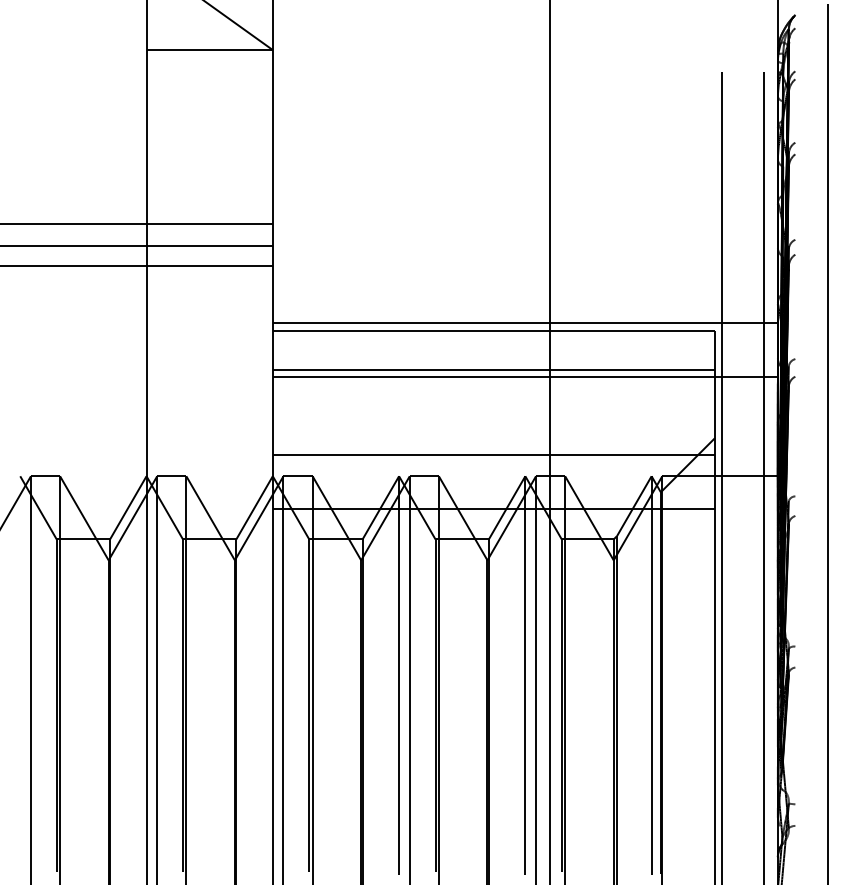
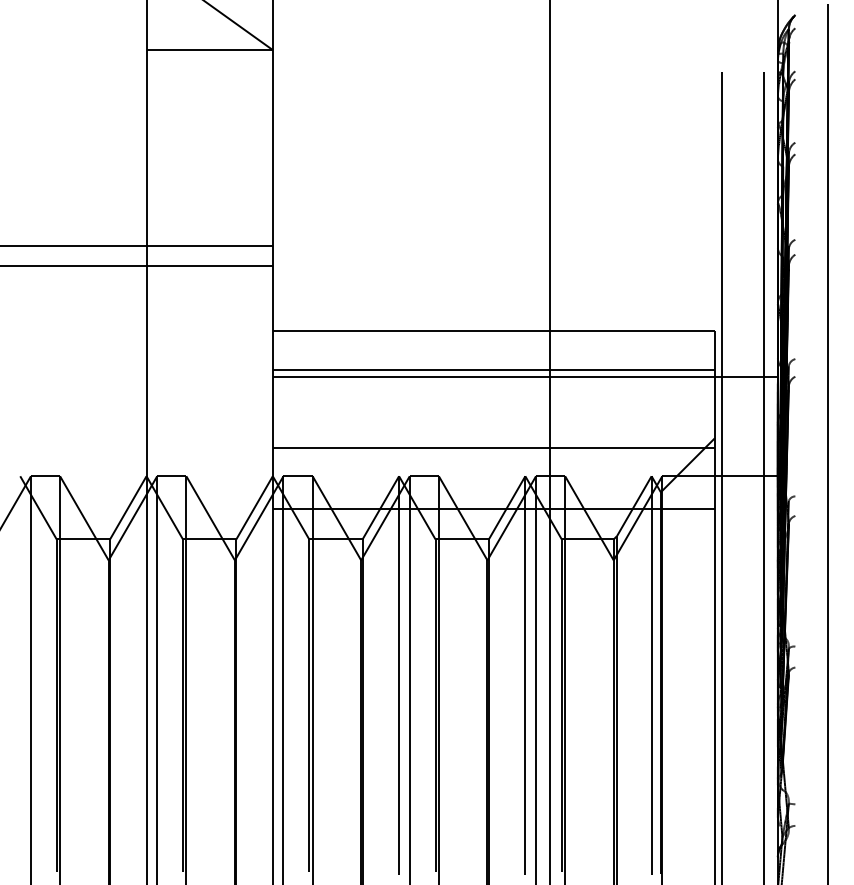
line at (137, 223): present -> none
line at (524, 323): present -> none
line at (493, 455) position: (493, 455) -> (493, 448)
